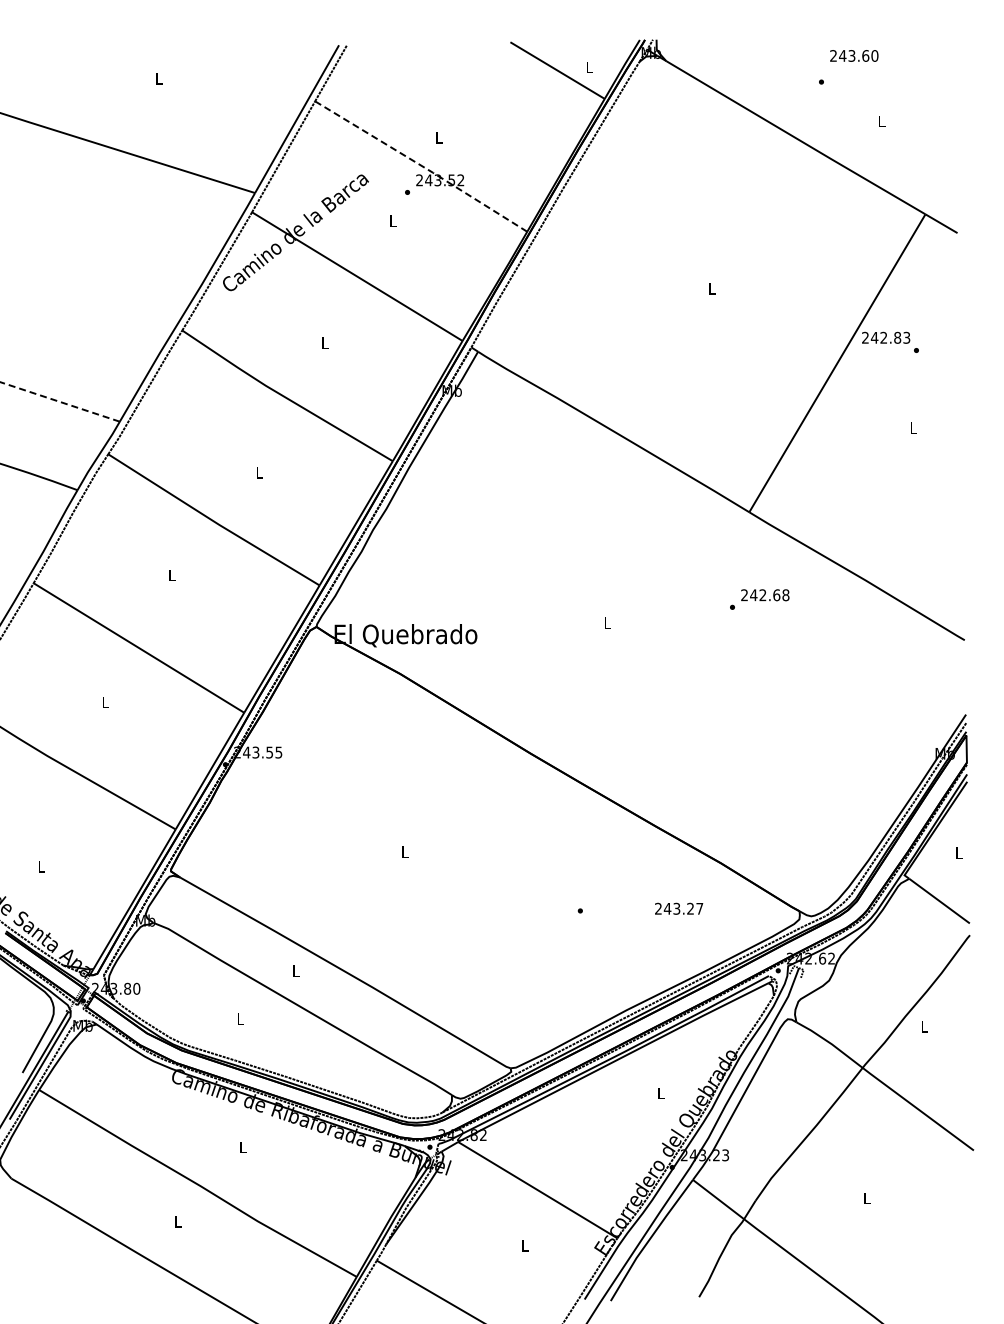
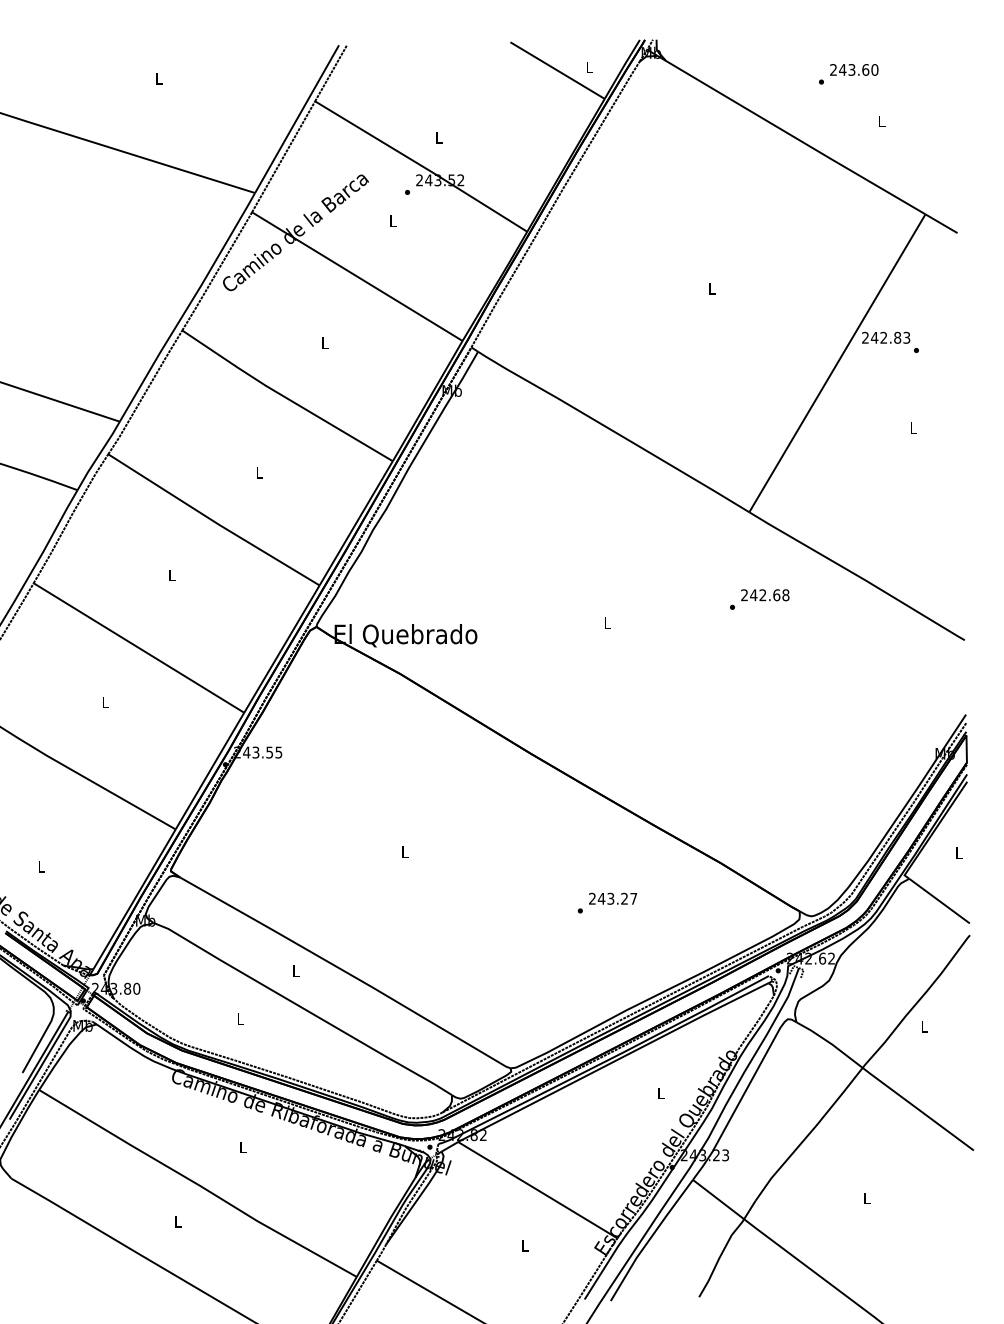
text at (854, 55) position: (854, 55) -> (854, 69)
line at (422, 166): dashed -> solid
line at (60, 401): dashed -> solid
text at (679, 908) position: (679, 908) -> (613, 898)
